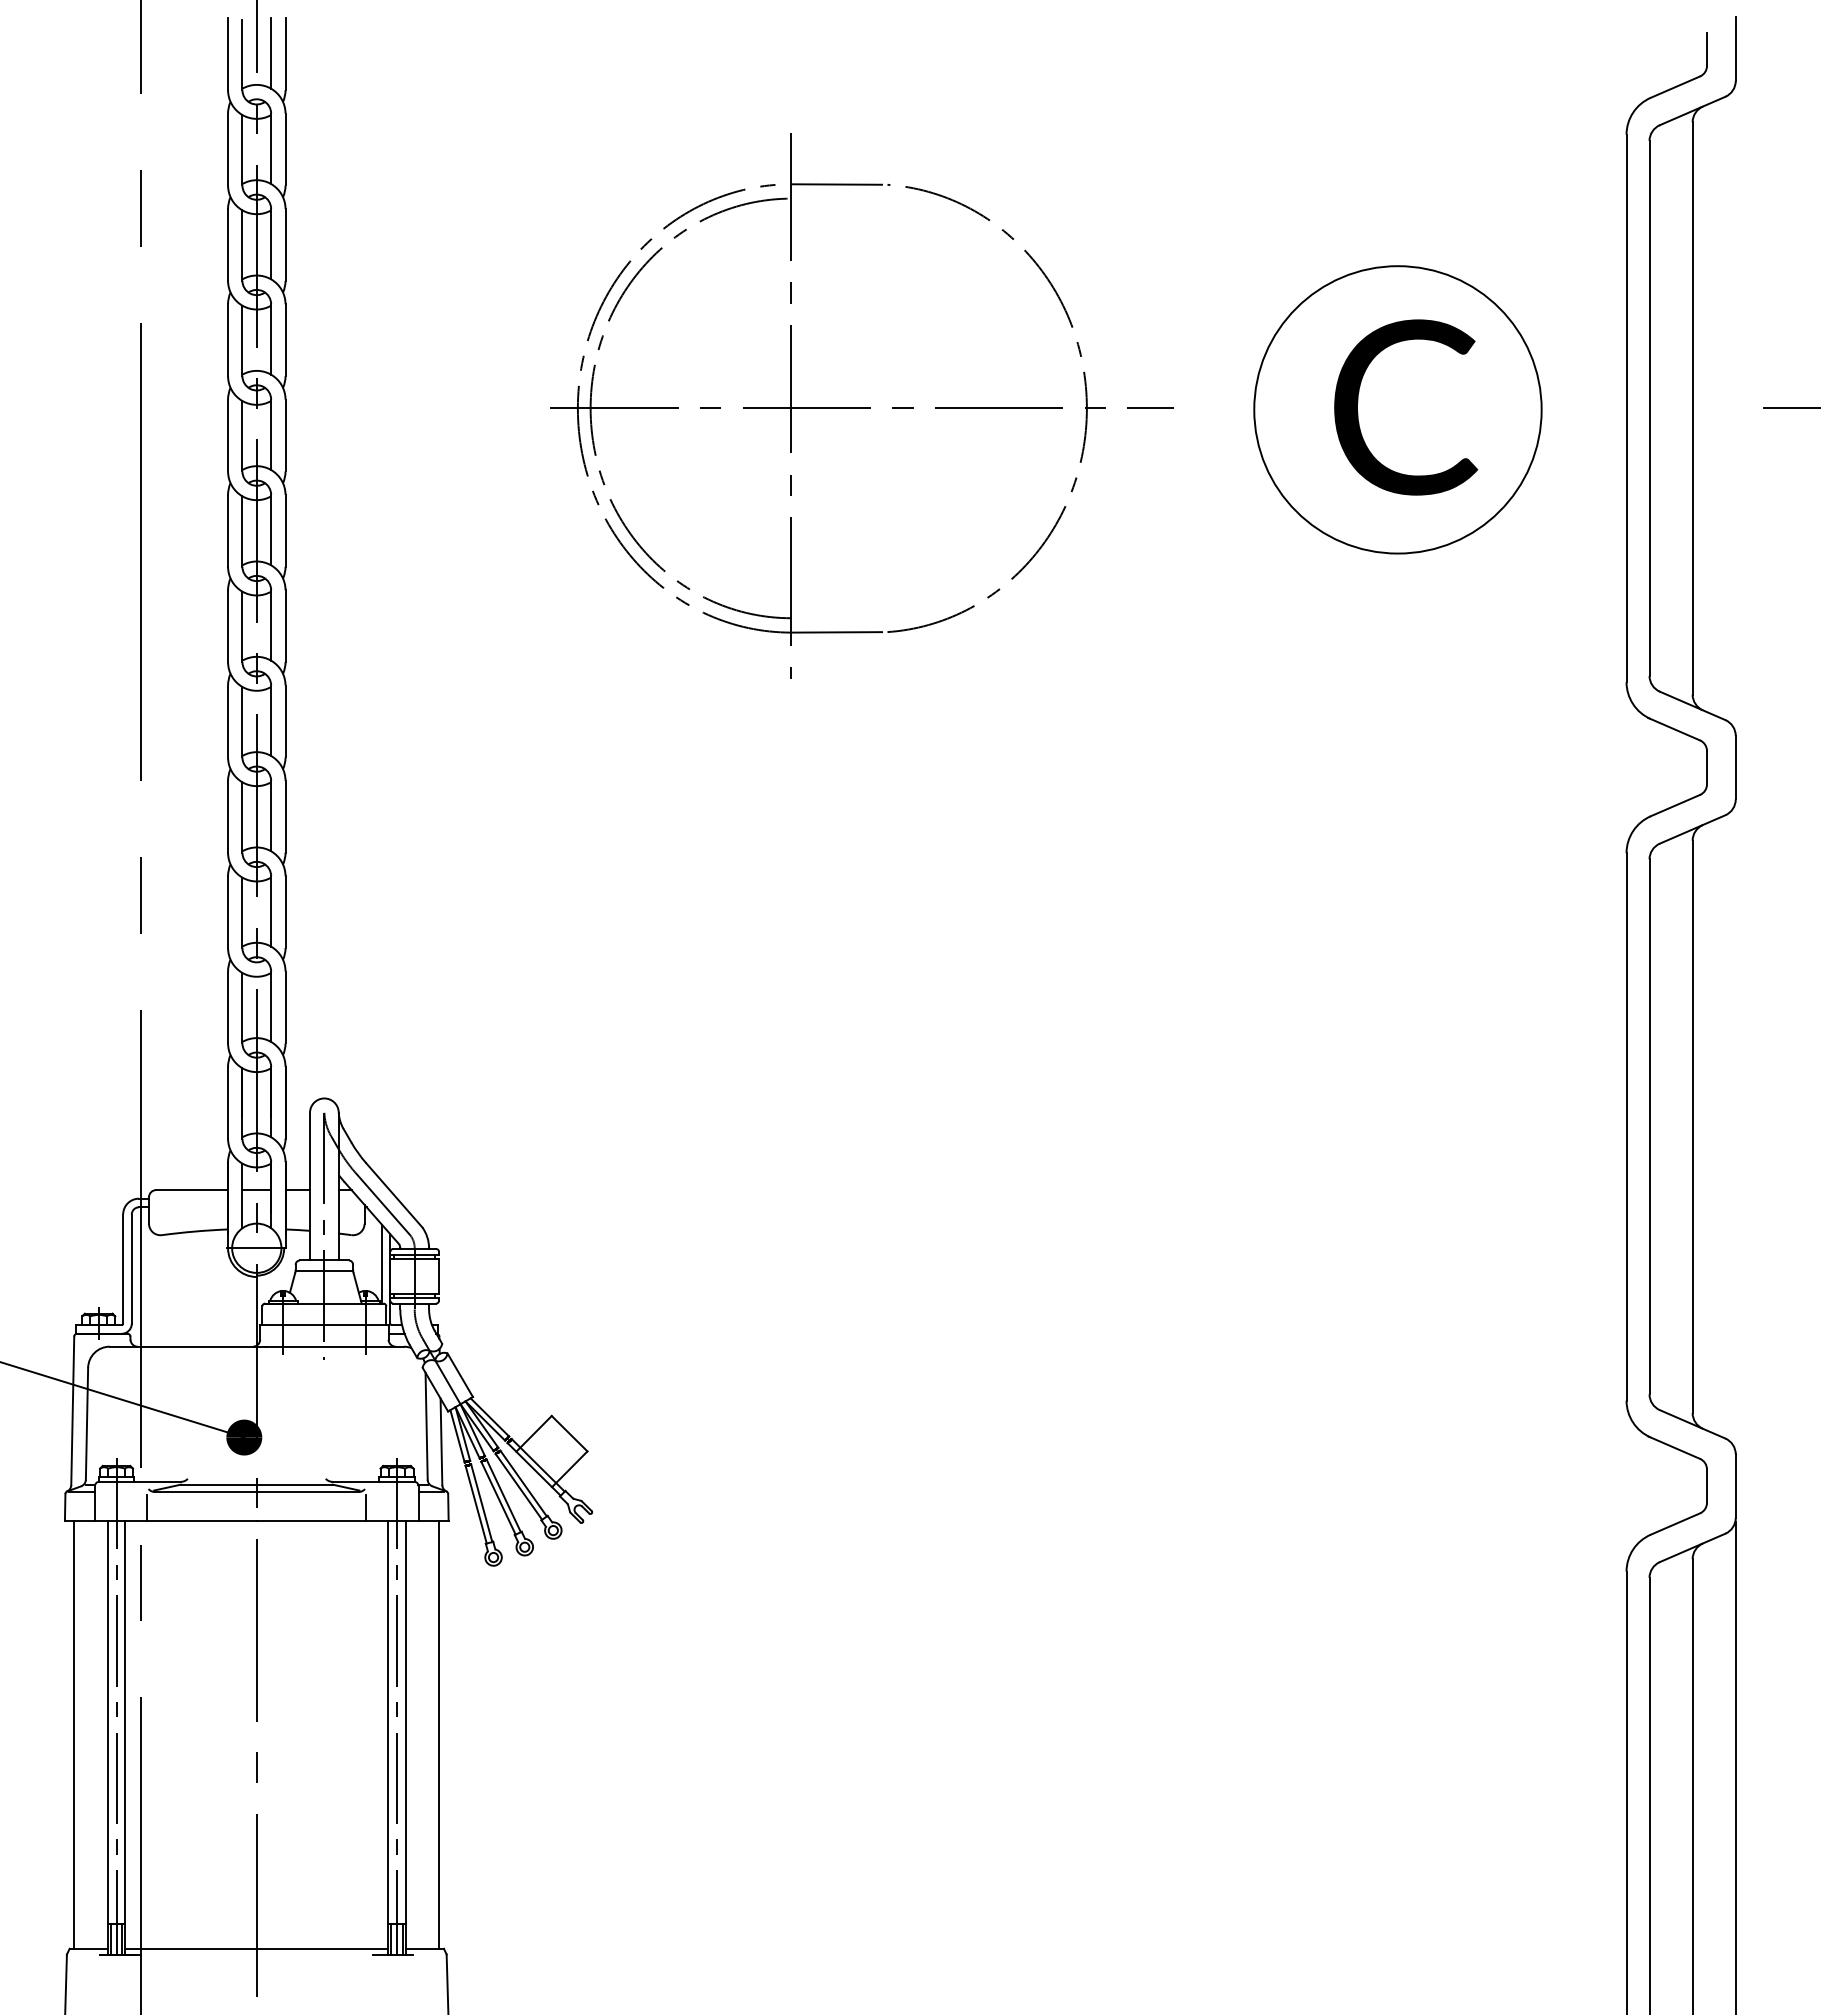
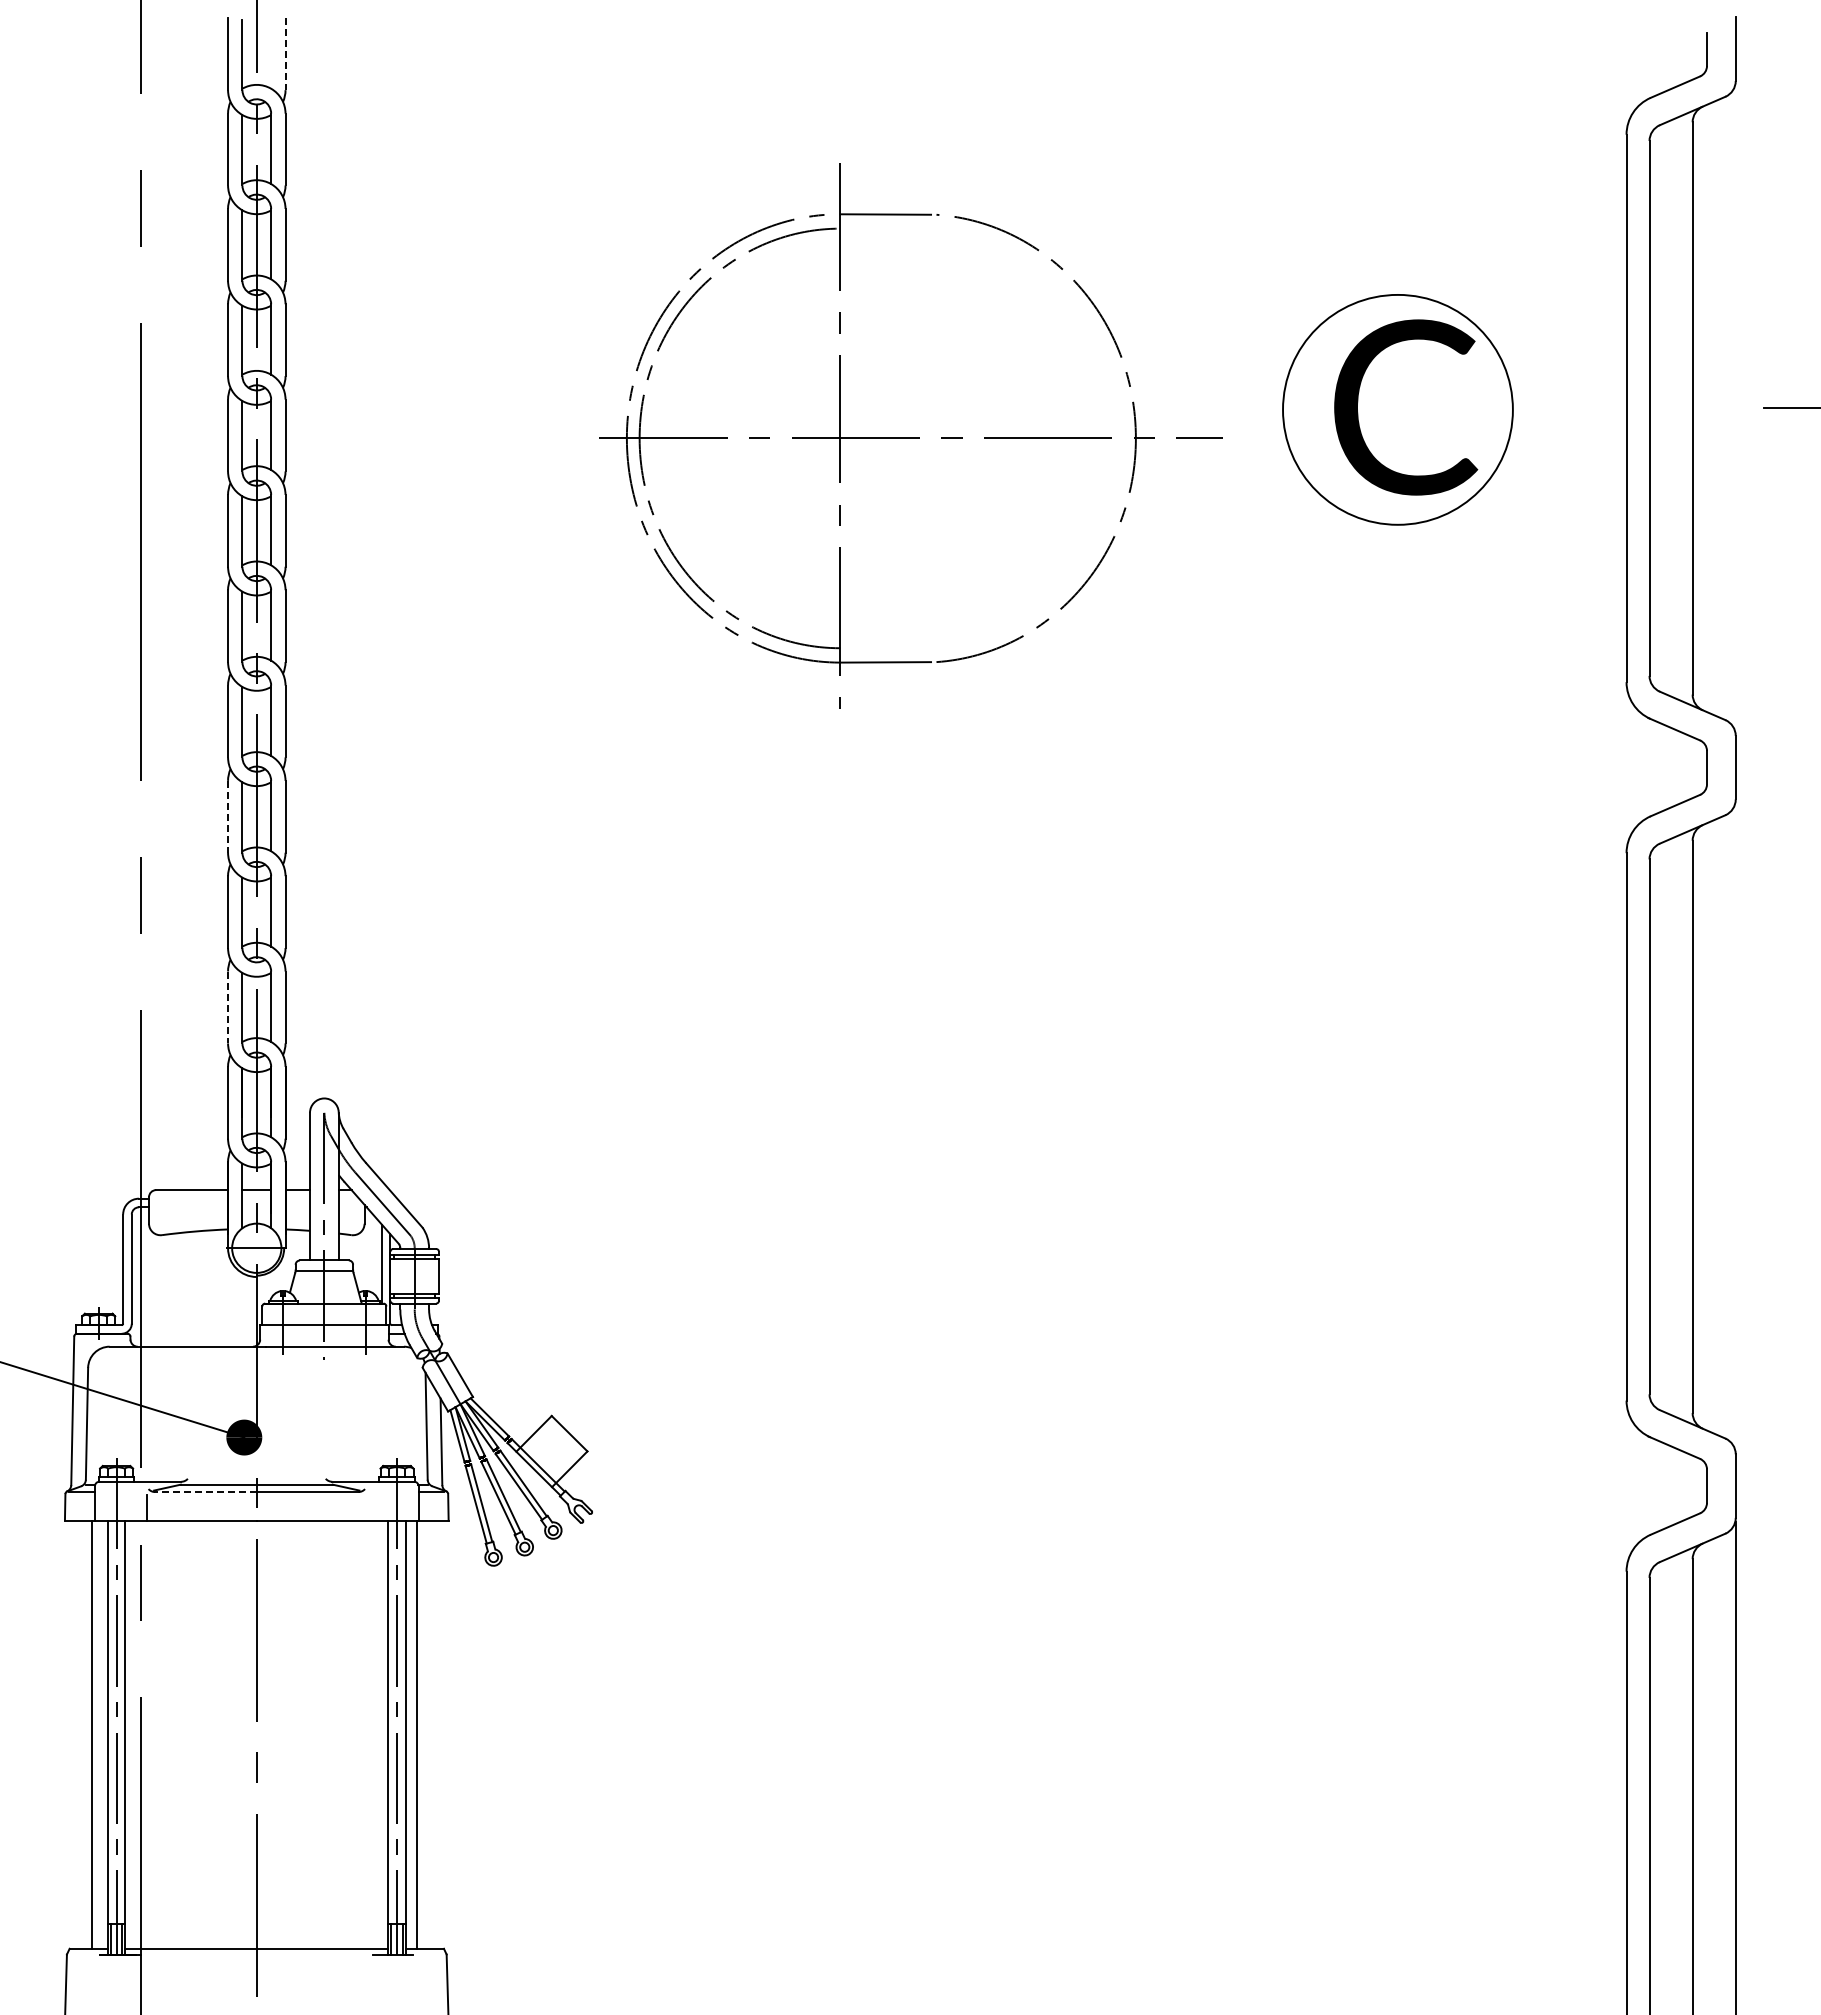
line at (271, 53): present -> none
line at (285, 54): solid -> dashed
part at (861, 405) position: (861, 405) -> (910, 435)
circle at (1397, 409) diameter: 287 px -> 230 px
line at (228, 816): solid -> dashed
line at (228, 1007): solid -> dashed
line at (205, 1492): solid -> dashed
line at (366, 1507): present -> none
line at (74, 1734) position: (74, 1734) -> (92, 1734)
line at (439, 1734) position: (439, 1734) -> (417, 1734)
